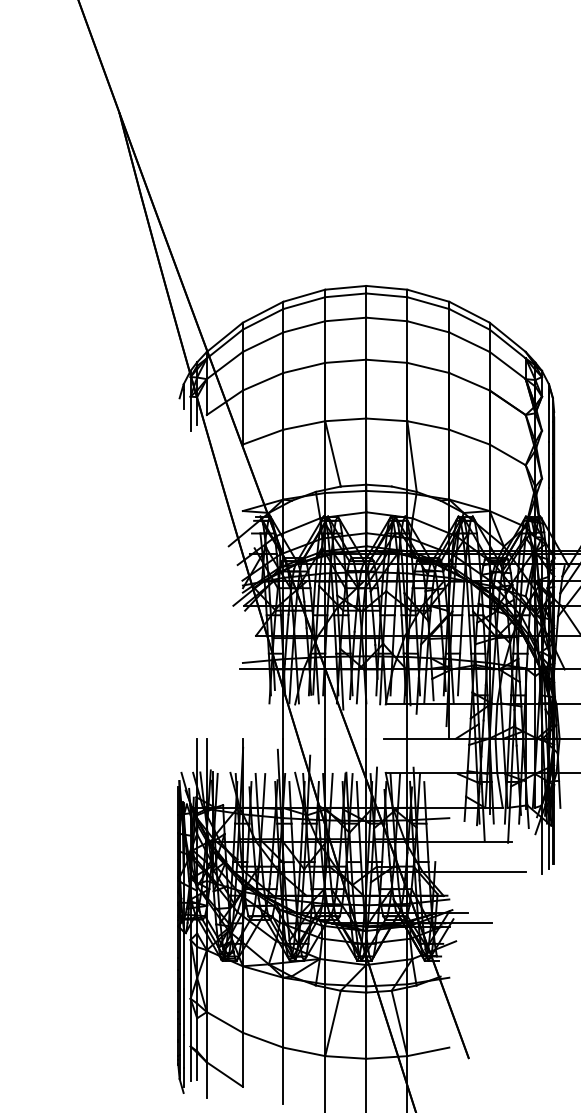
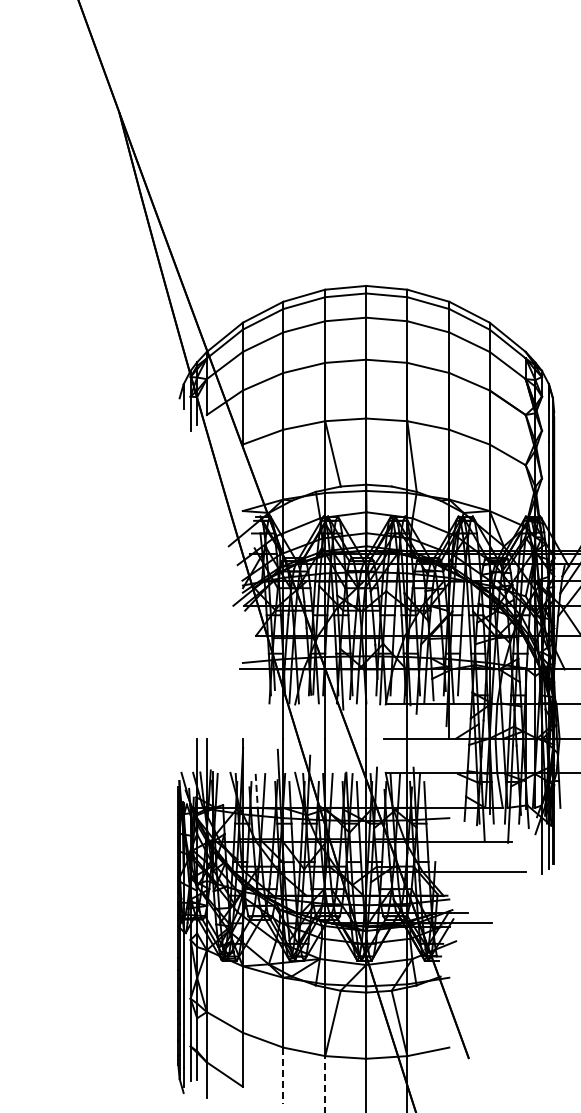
line at (256, 791): solid -> dashed
line at (283, 1076): solid -> dashed
line at (325, 1083): solid -> dashed
